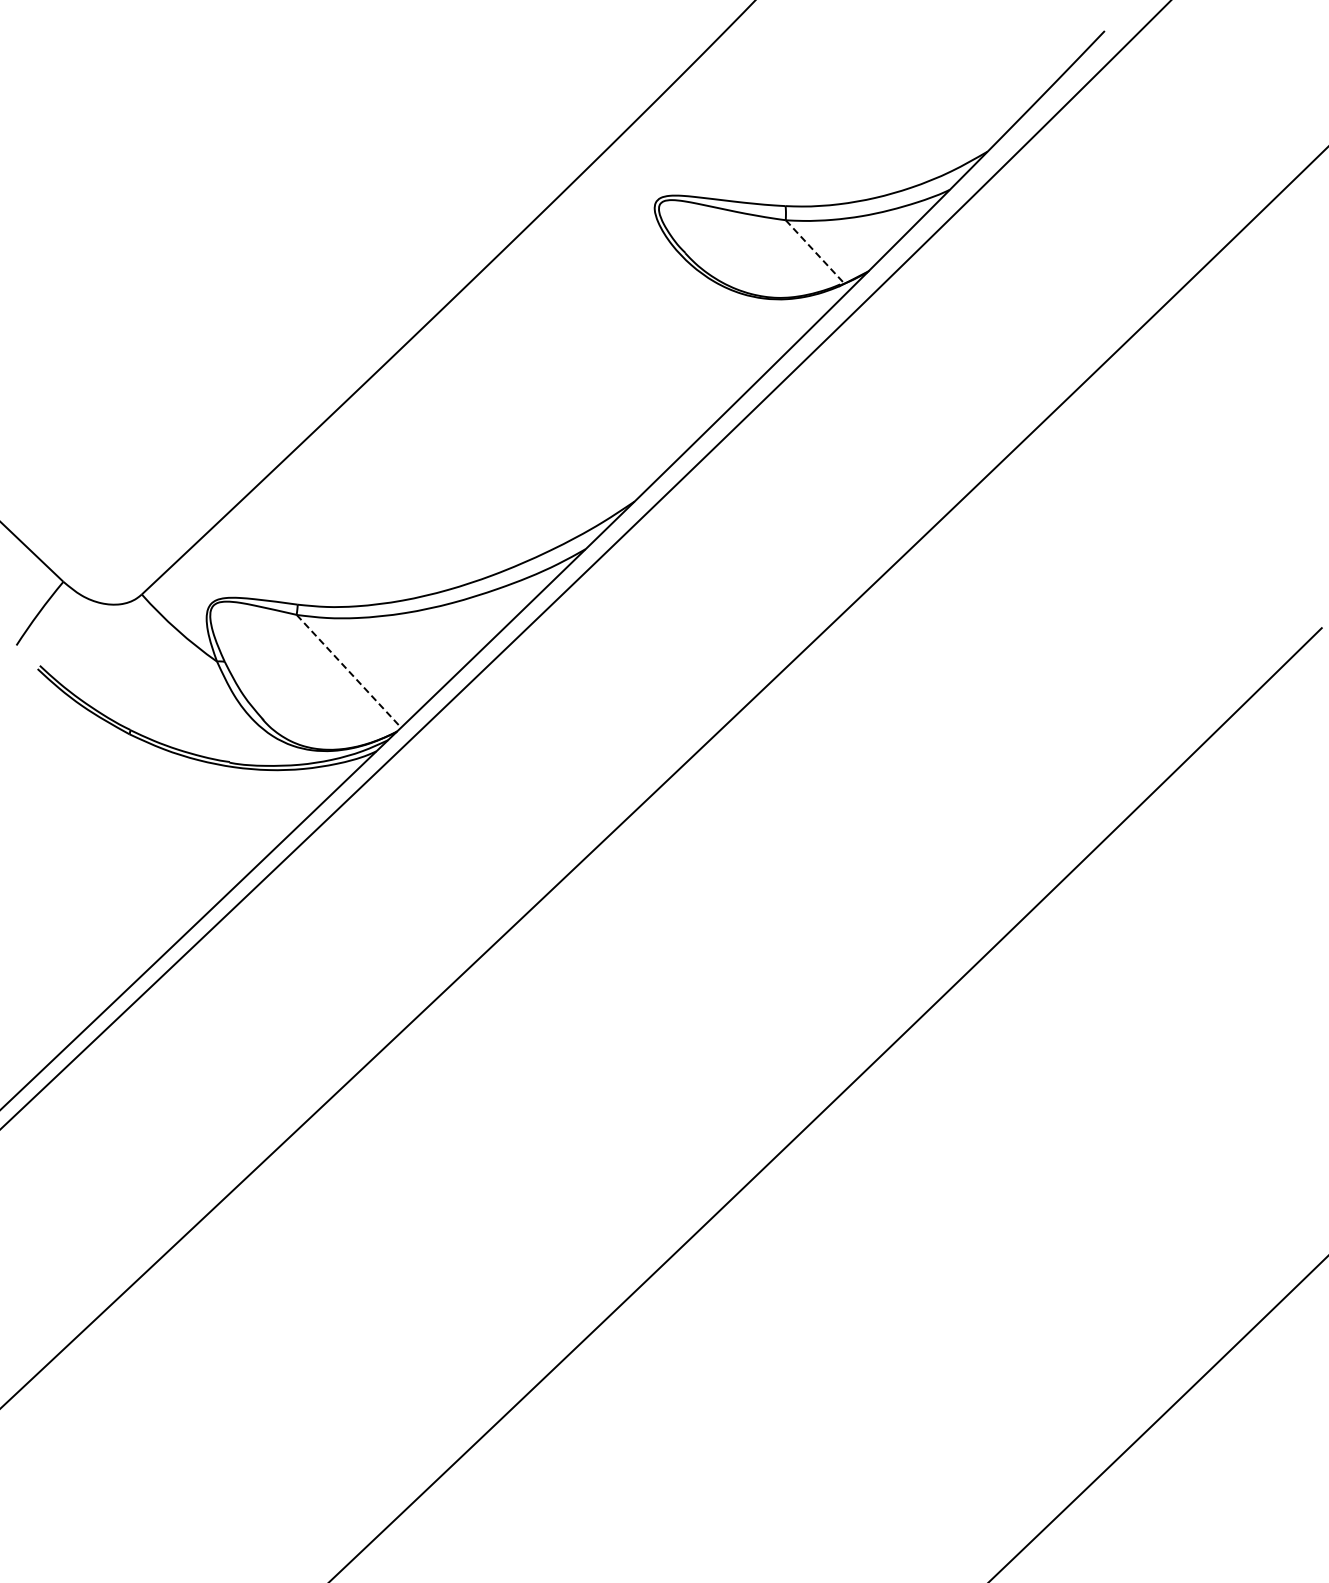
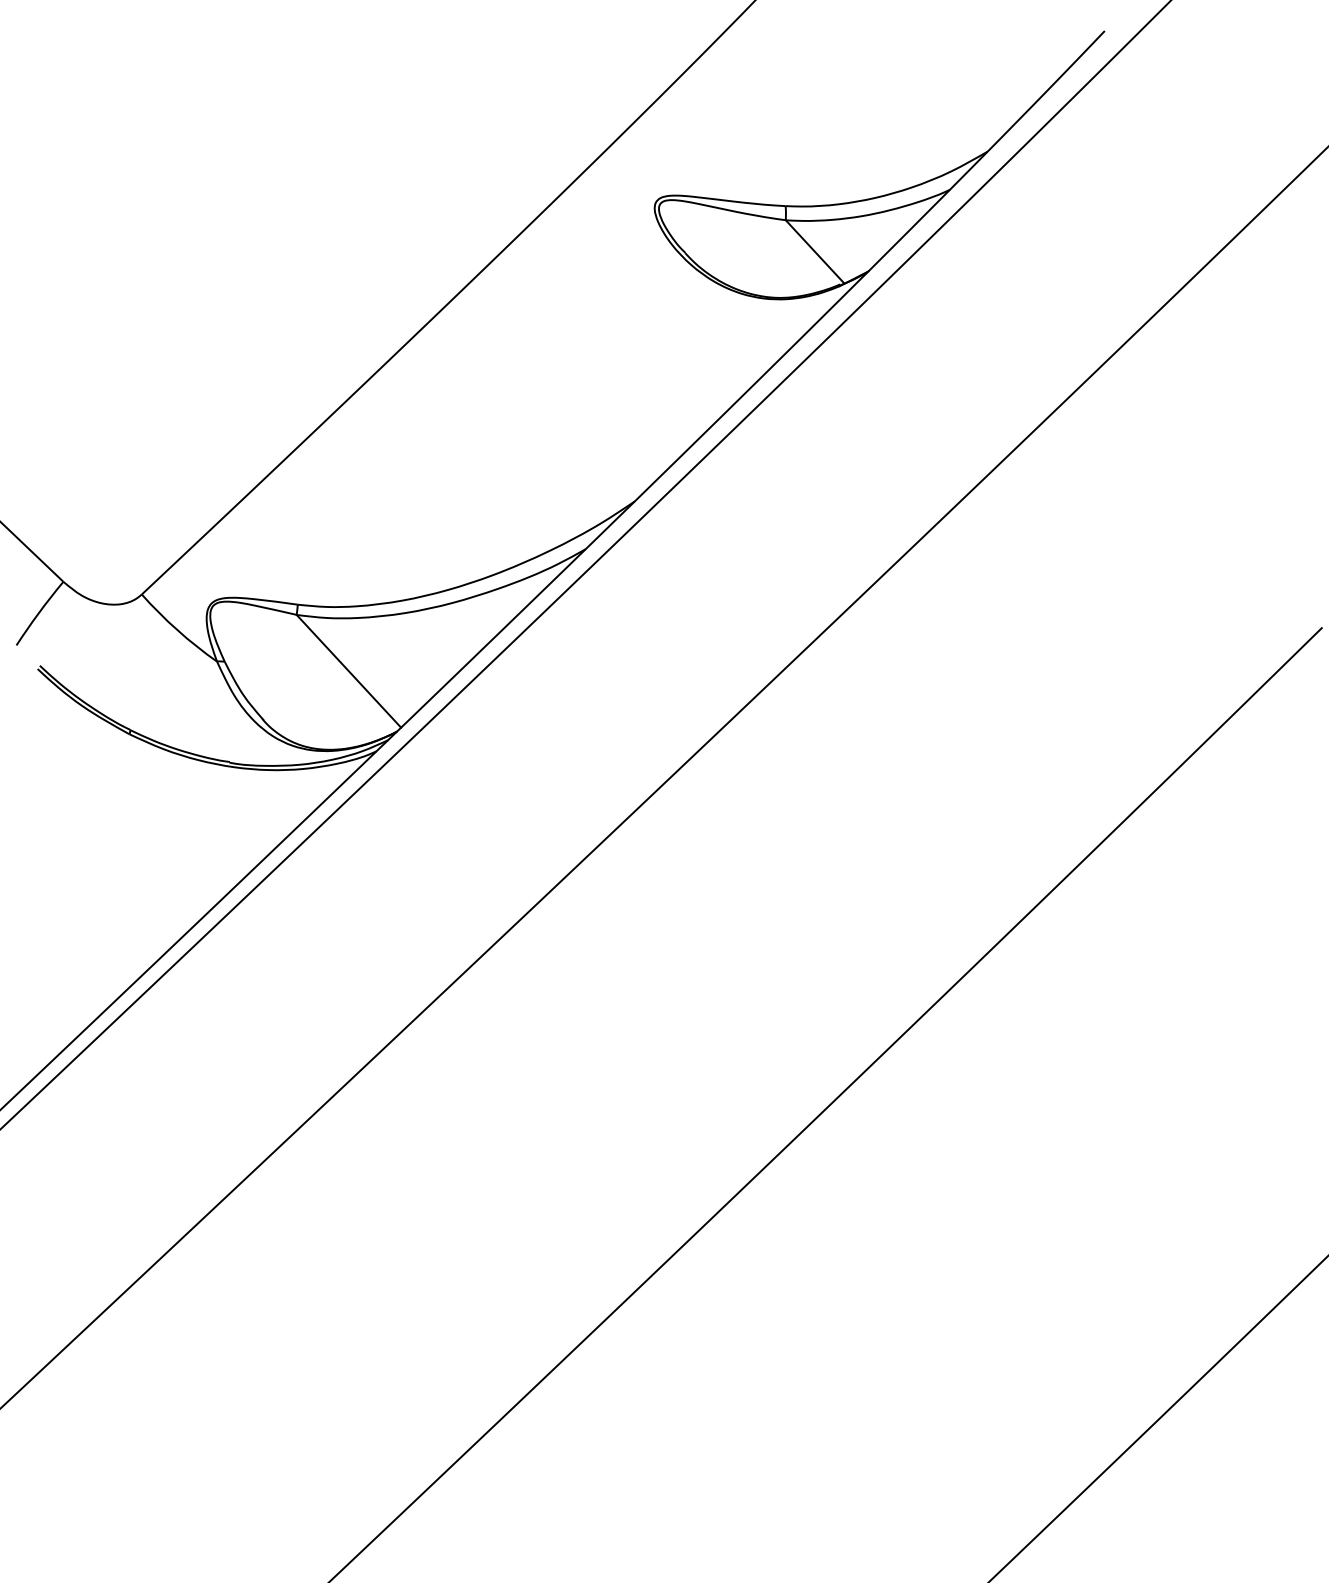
line at (815, 252): dashed -> solid
line at (348, 671): dashed -> solid
